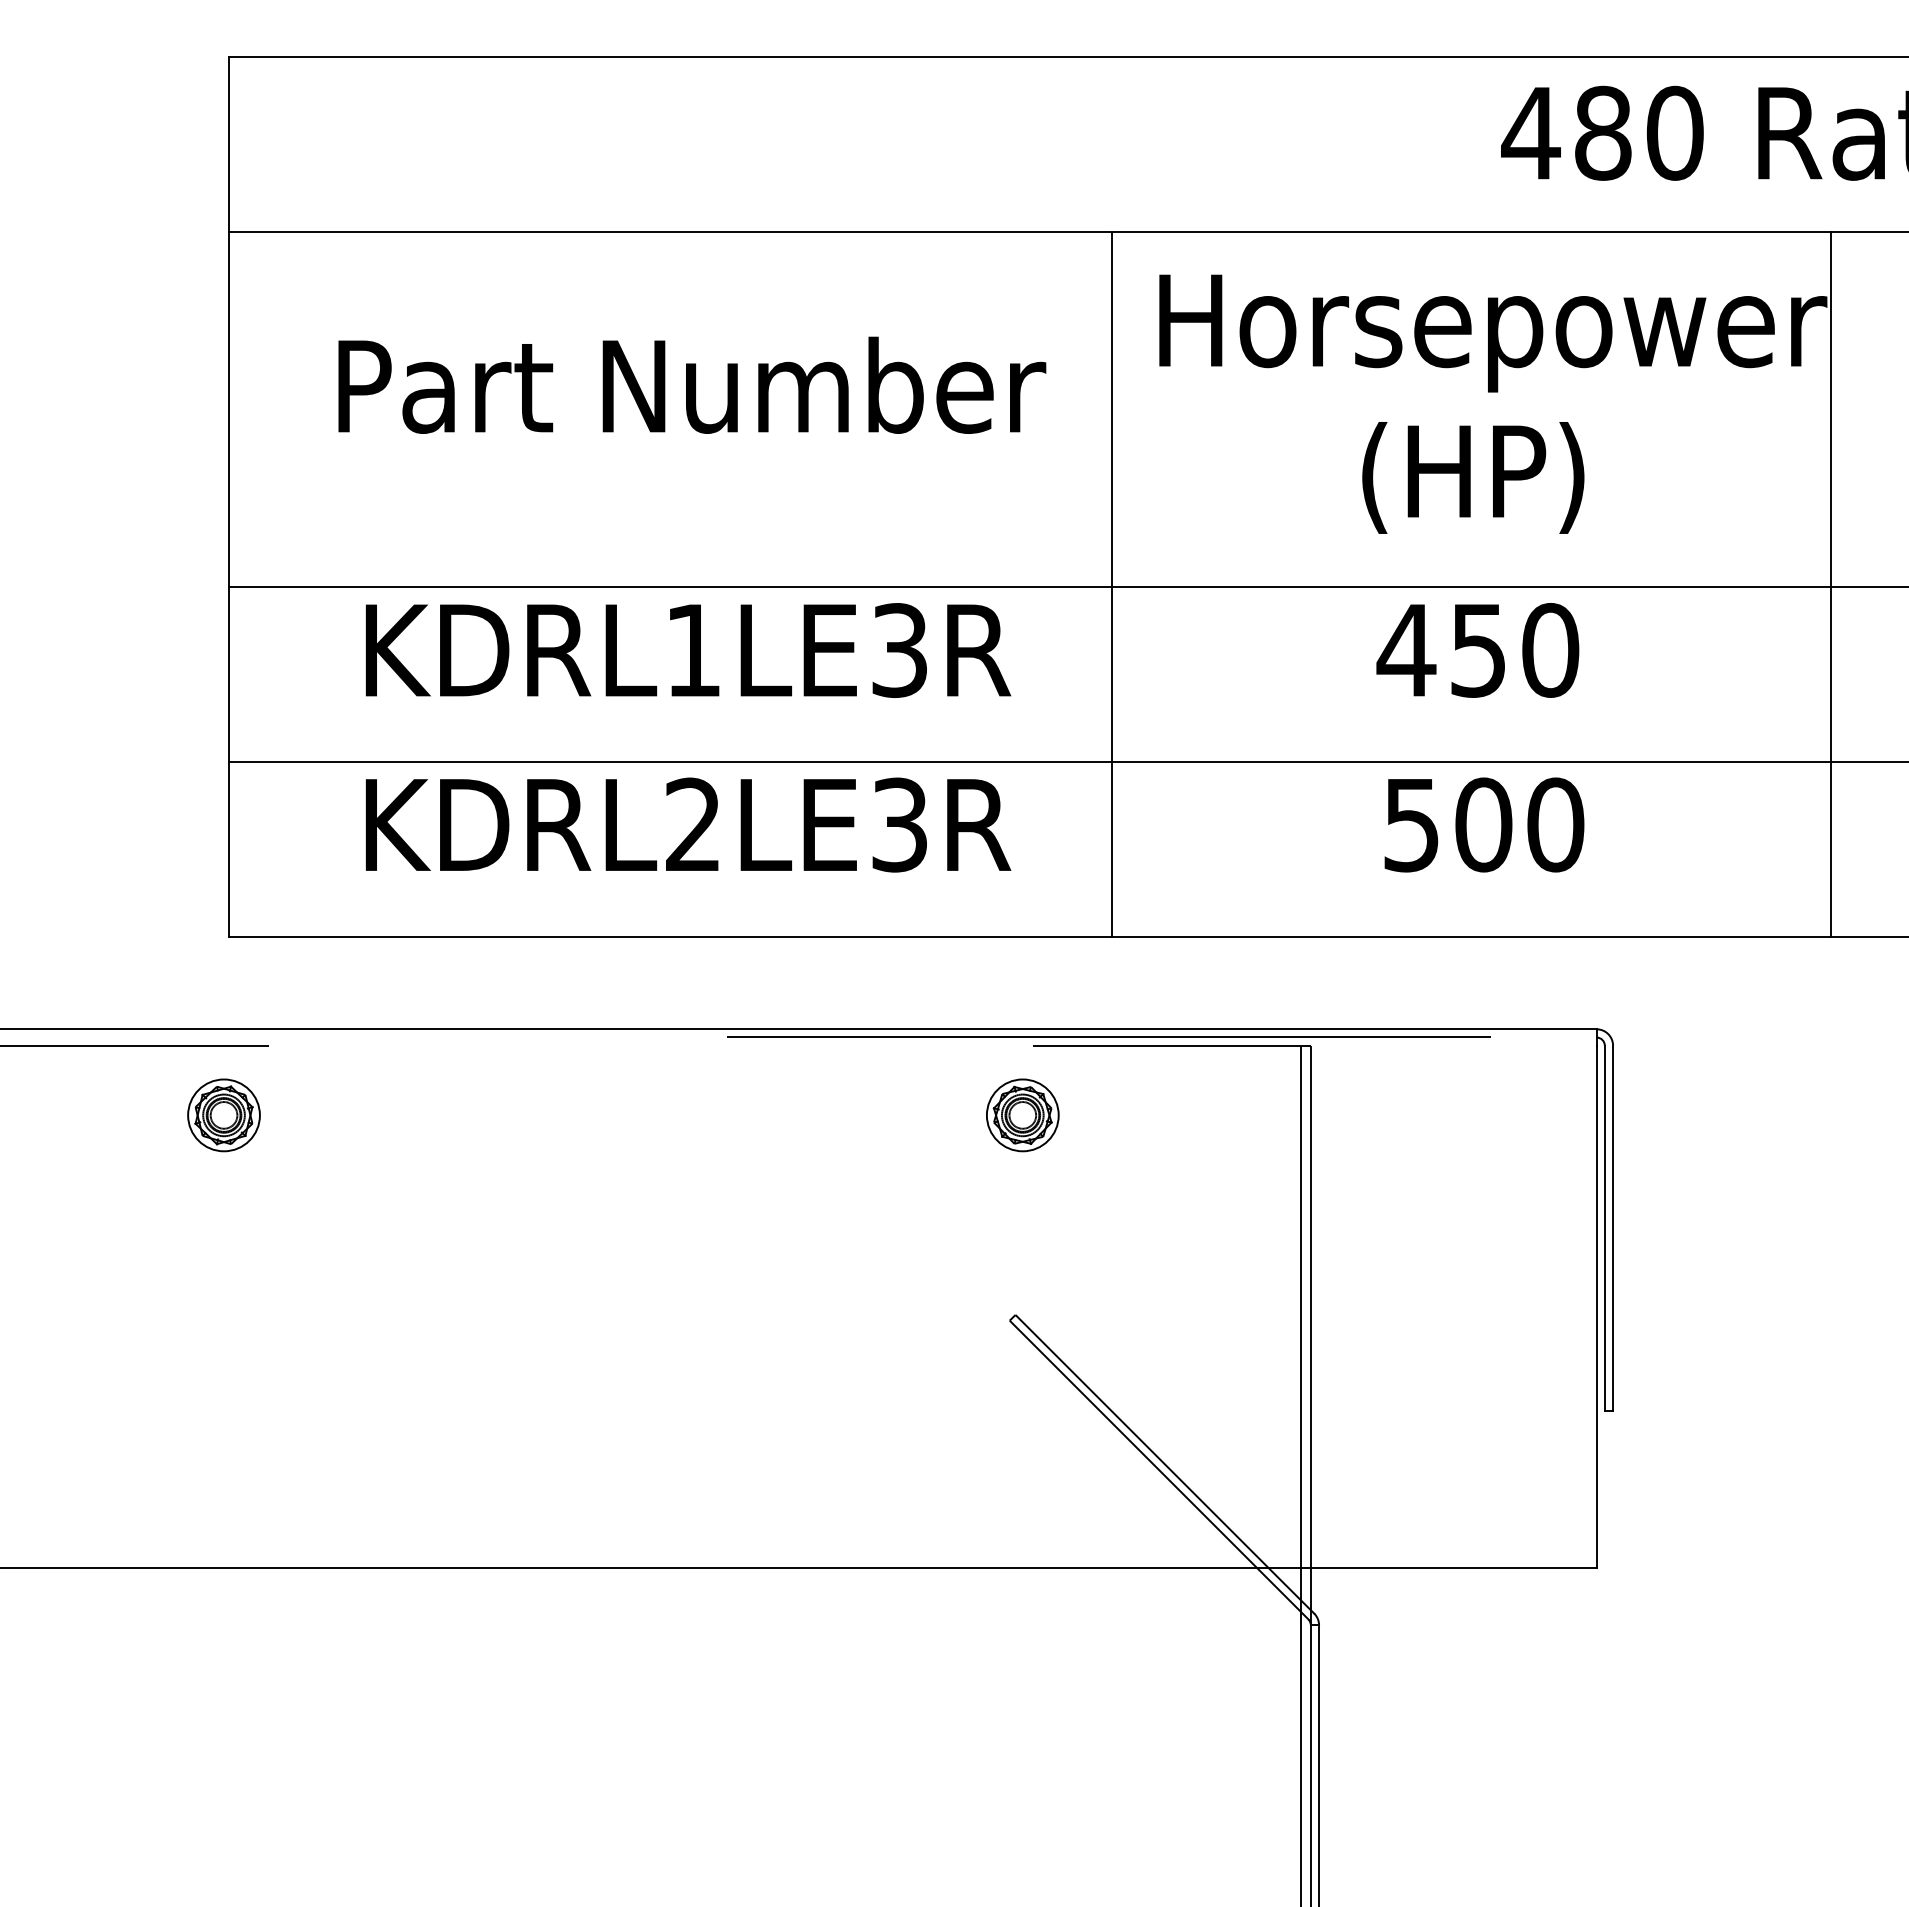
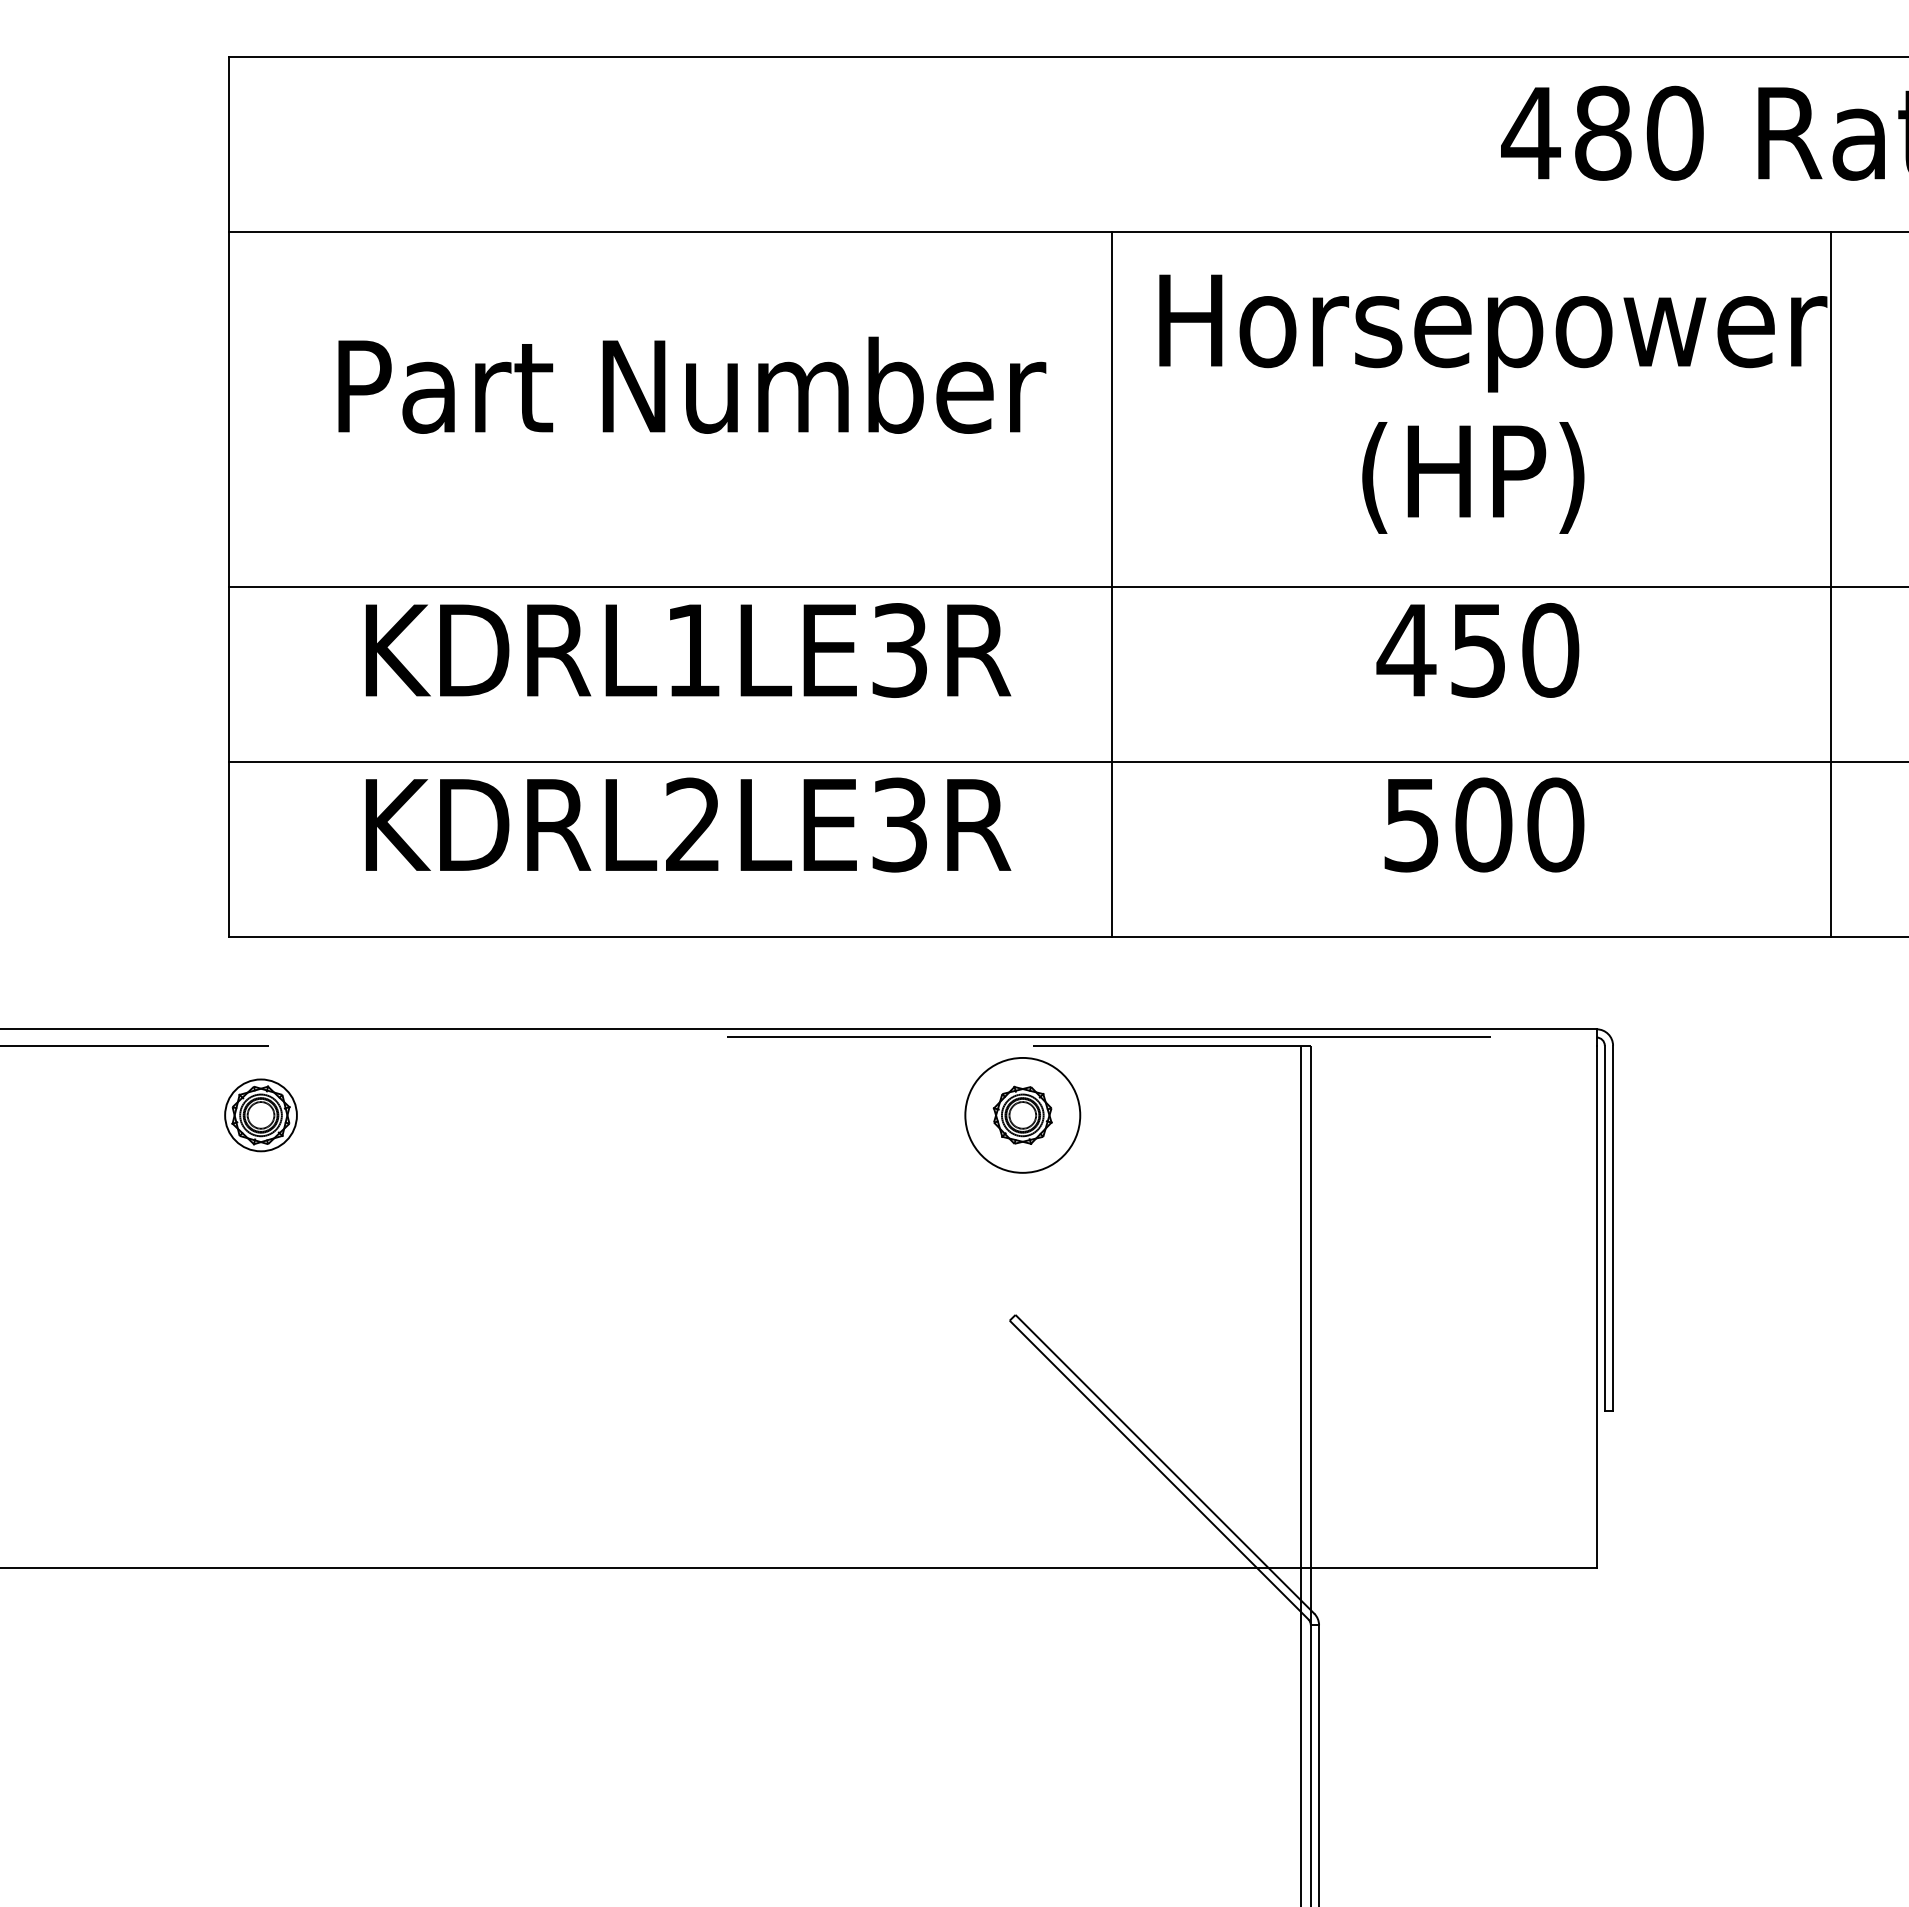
part at (223, 1115) position: (223, 1115) -> (260, 1115)
circle at (1022, 1115) diameter: 72 px -> 115 px
